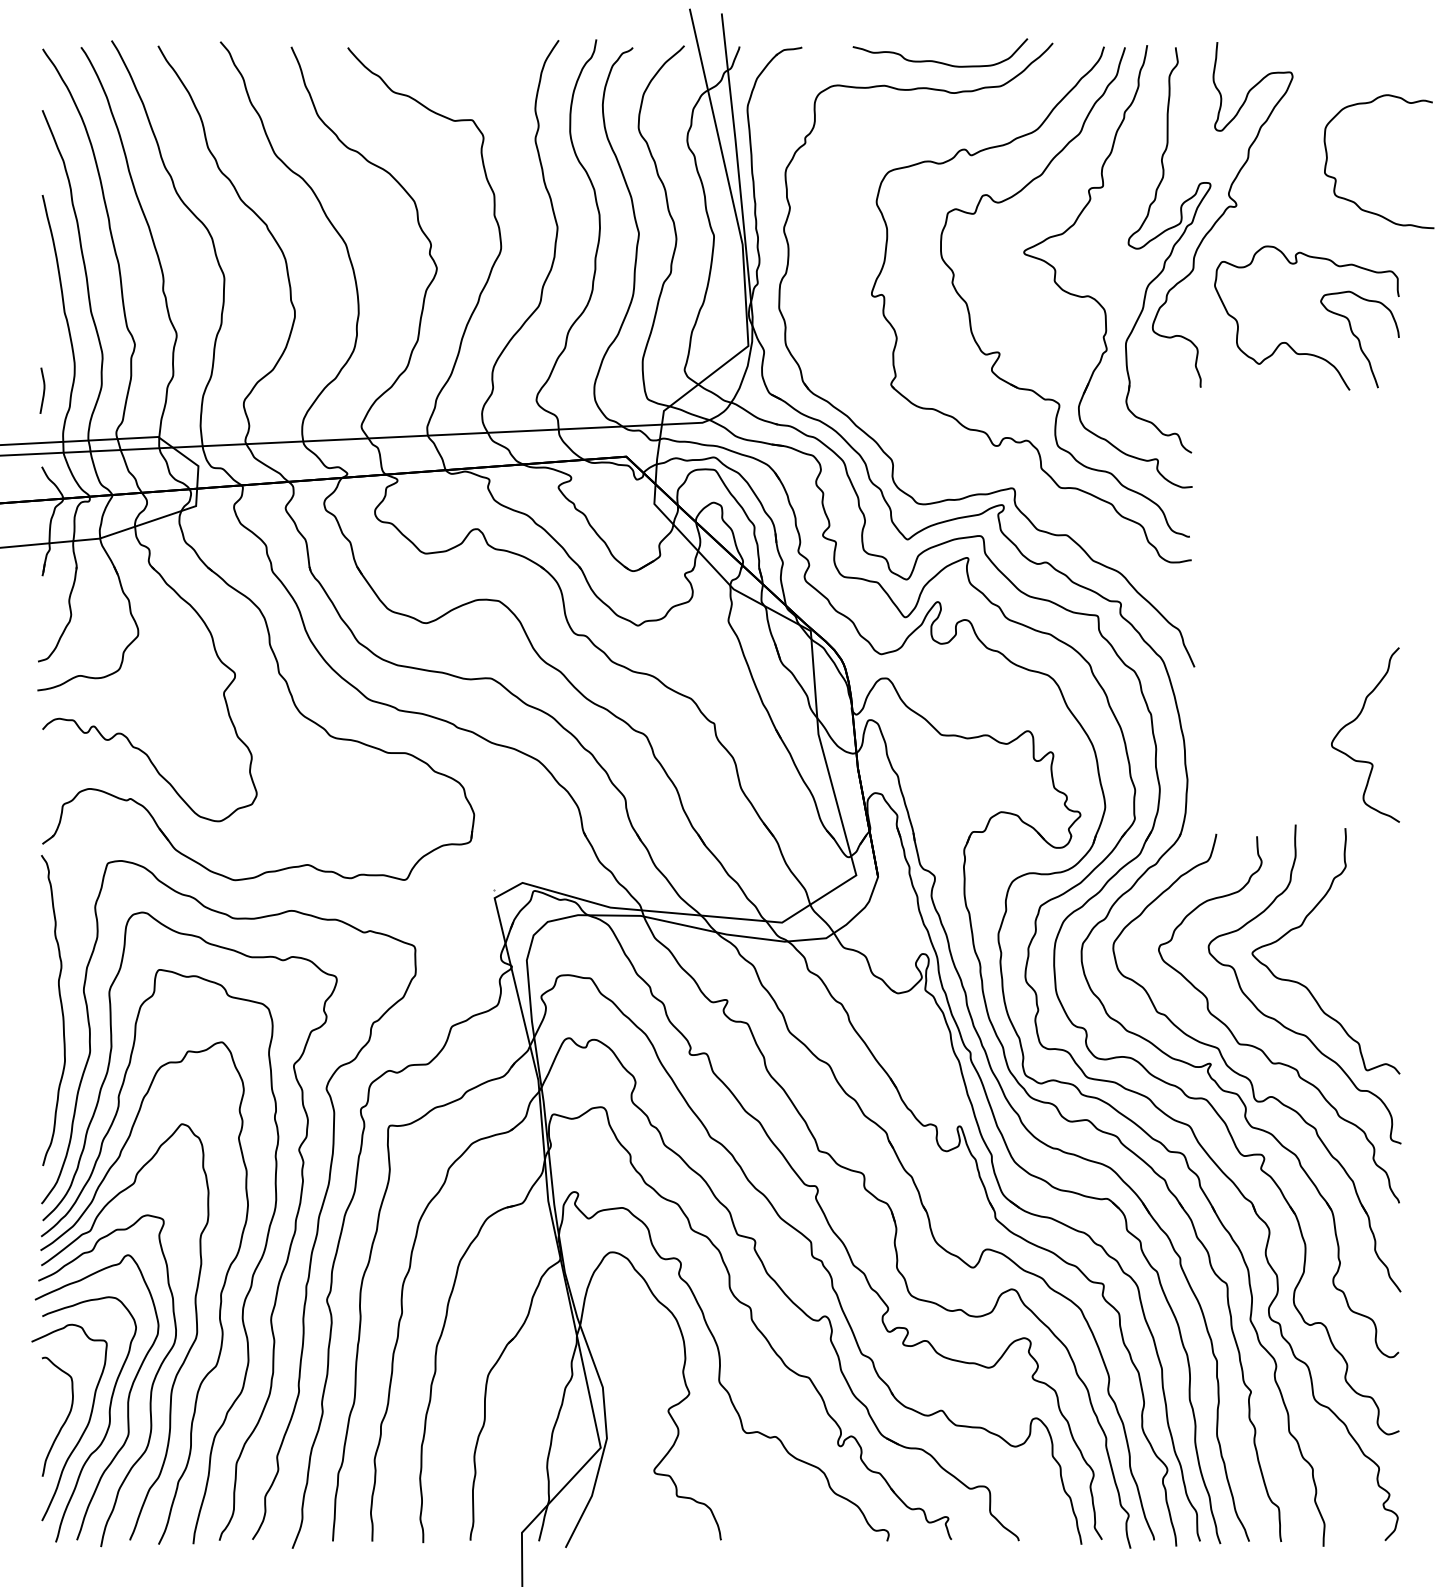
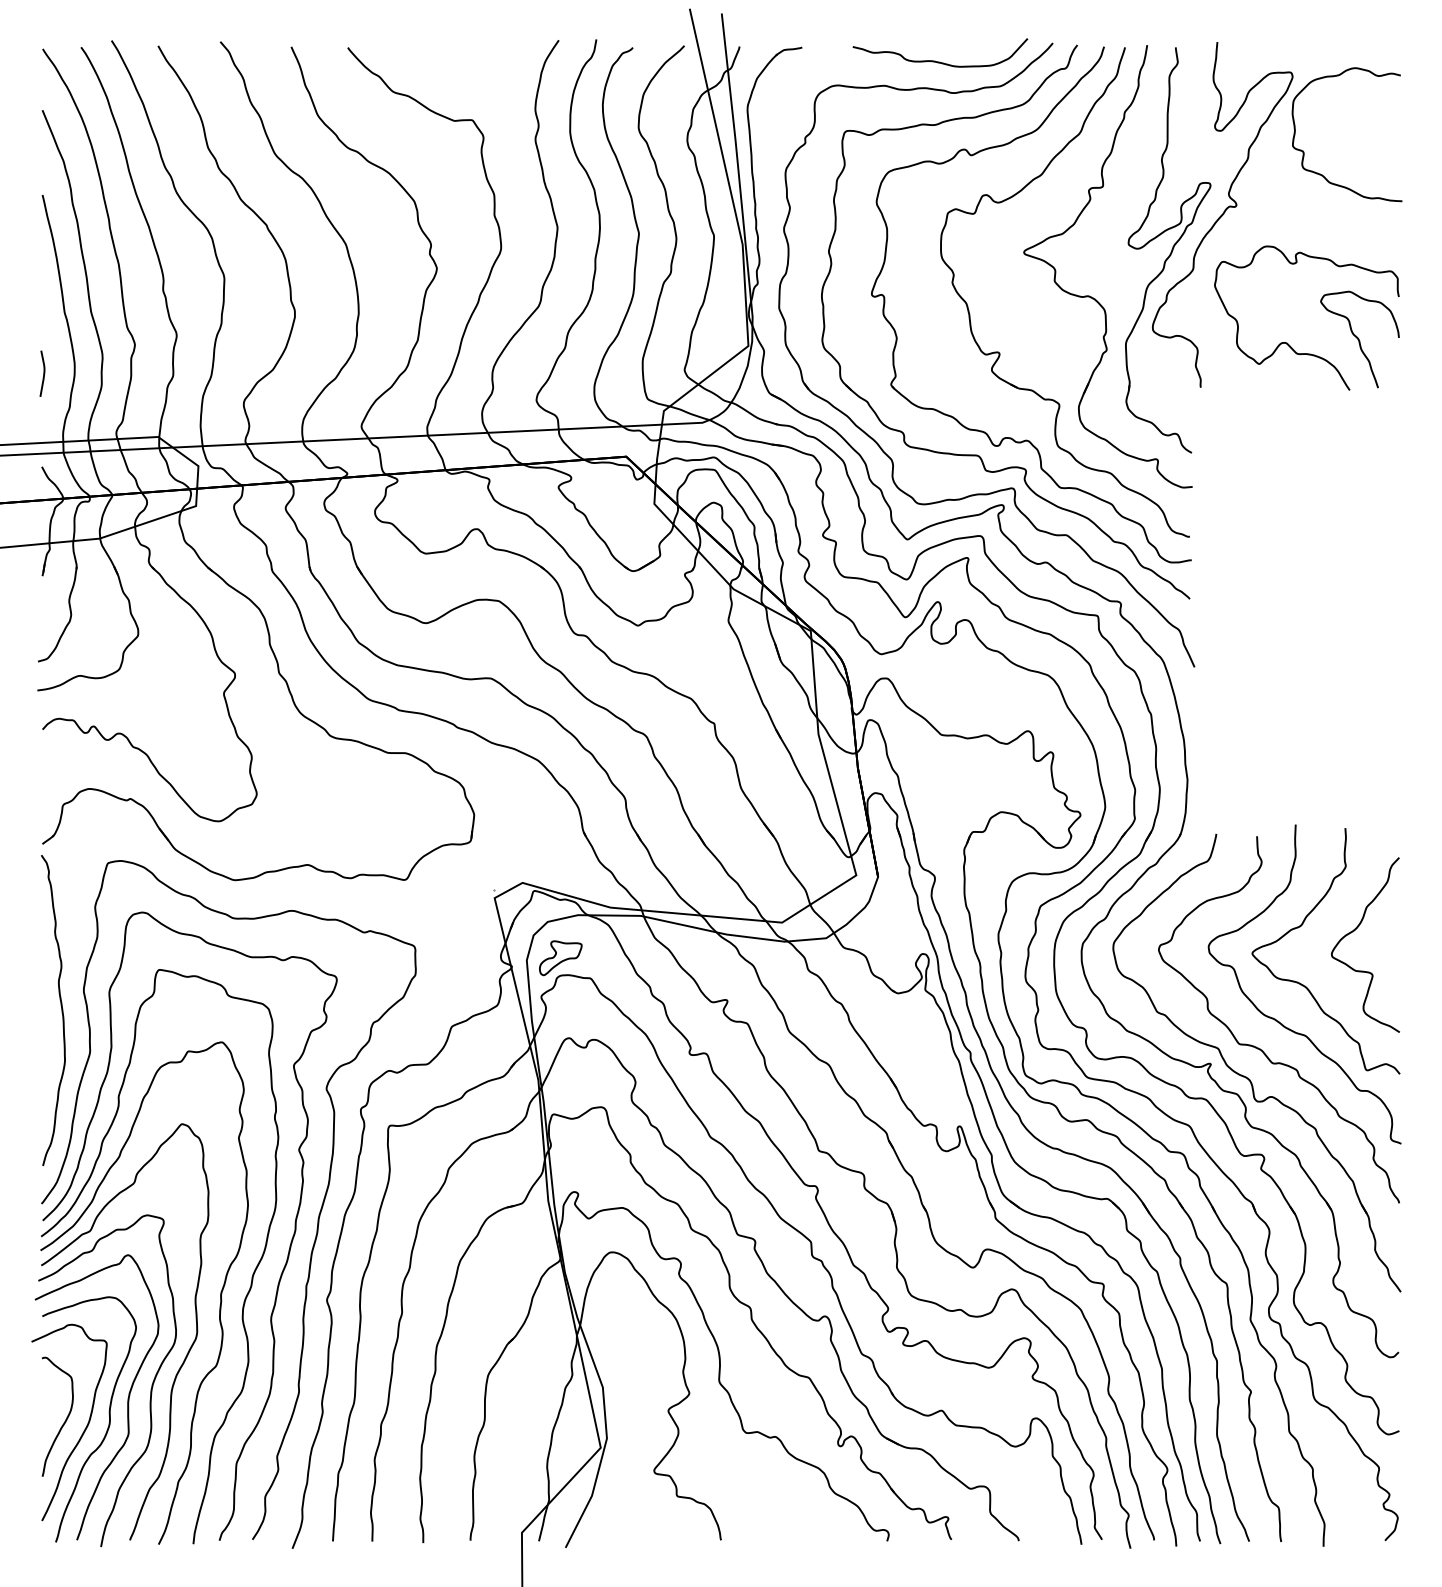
curve at (1336, 178) position: (1336, 178) -> (1304, 151)
curve at (43, 390) position: (43, 390) -> (43, 373)
part at (977, 454): none -> present
curve at (1354, 721) position: (1354, 721) -> (1354, 931)
part at (560, 958): none -> present
